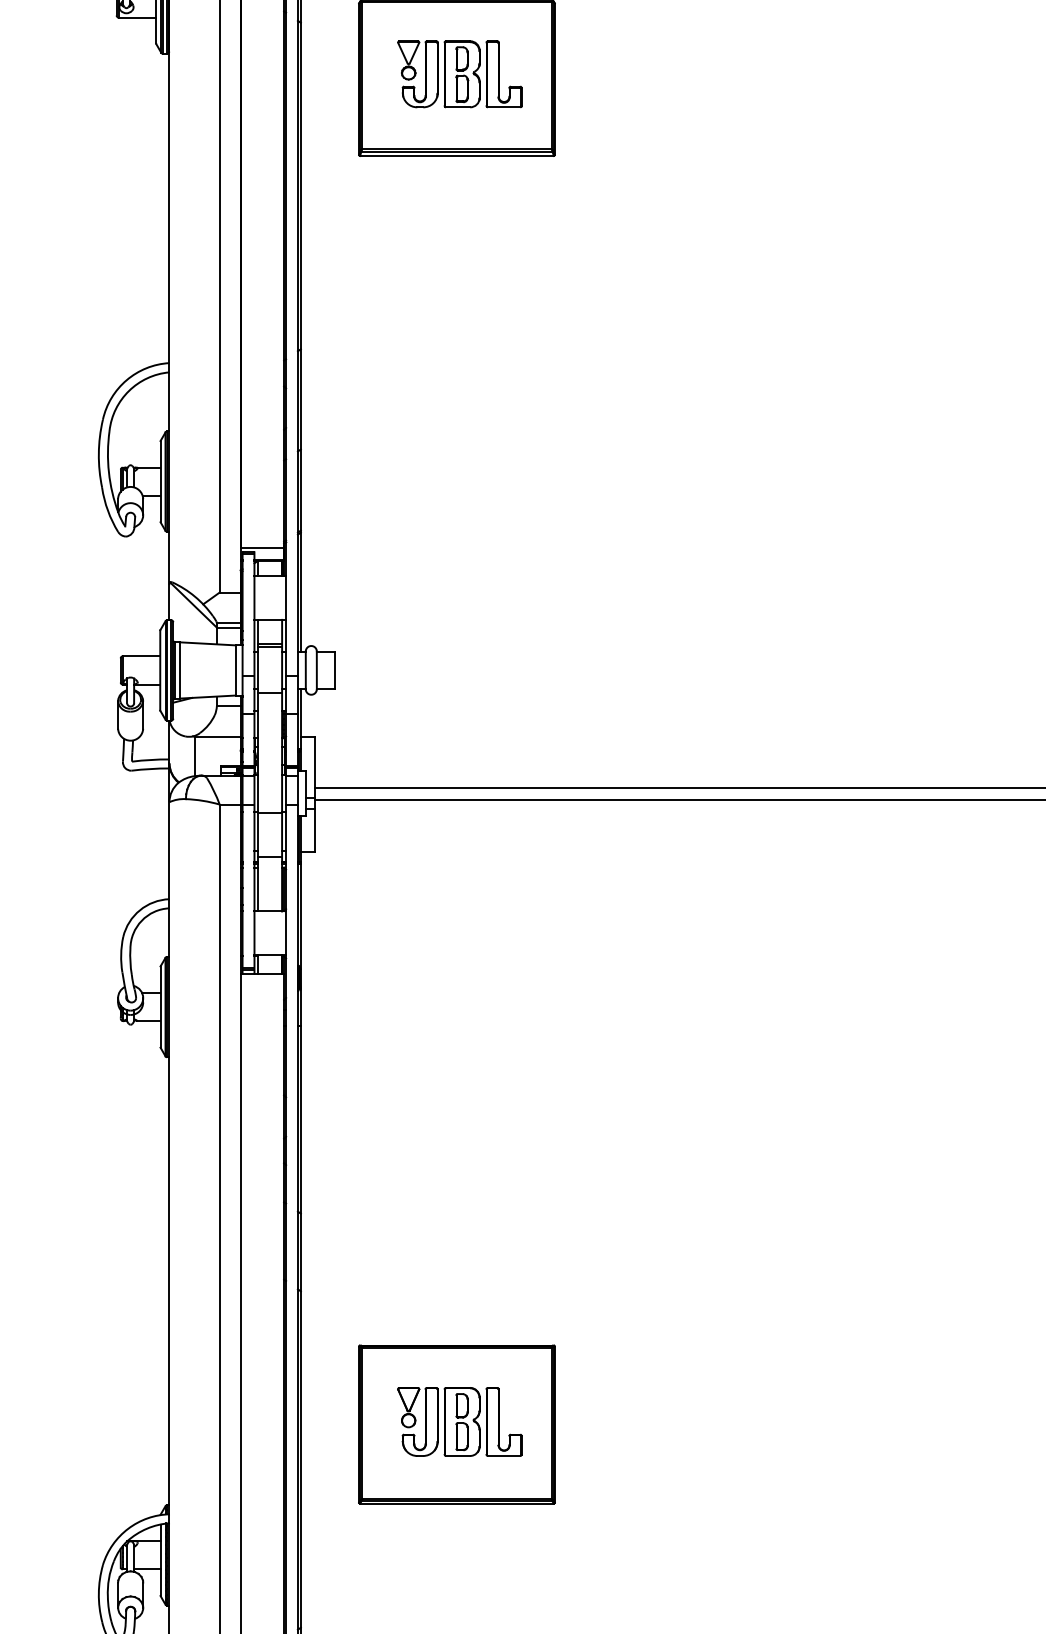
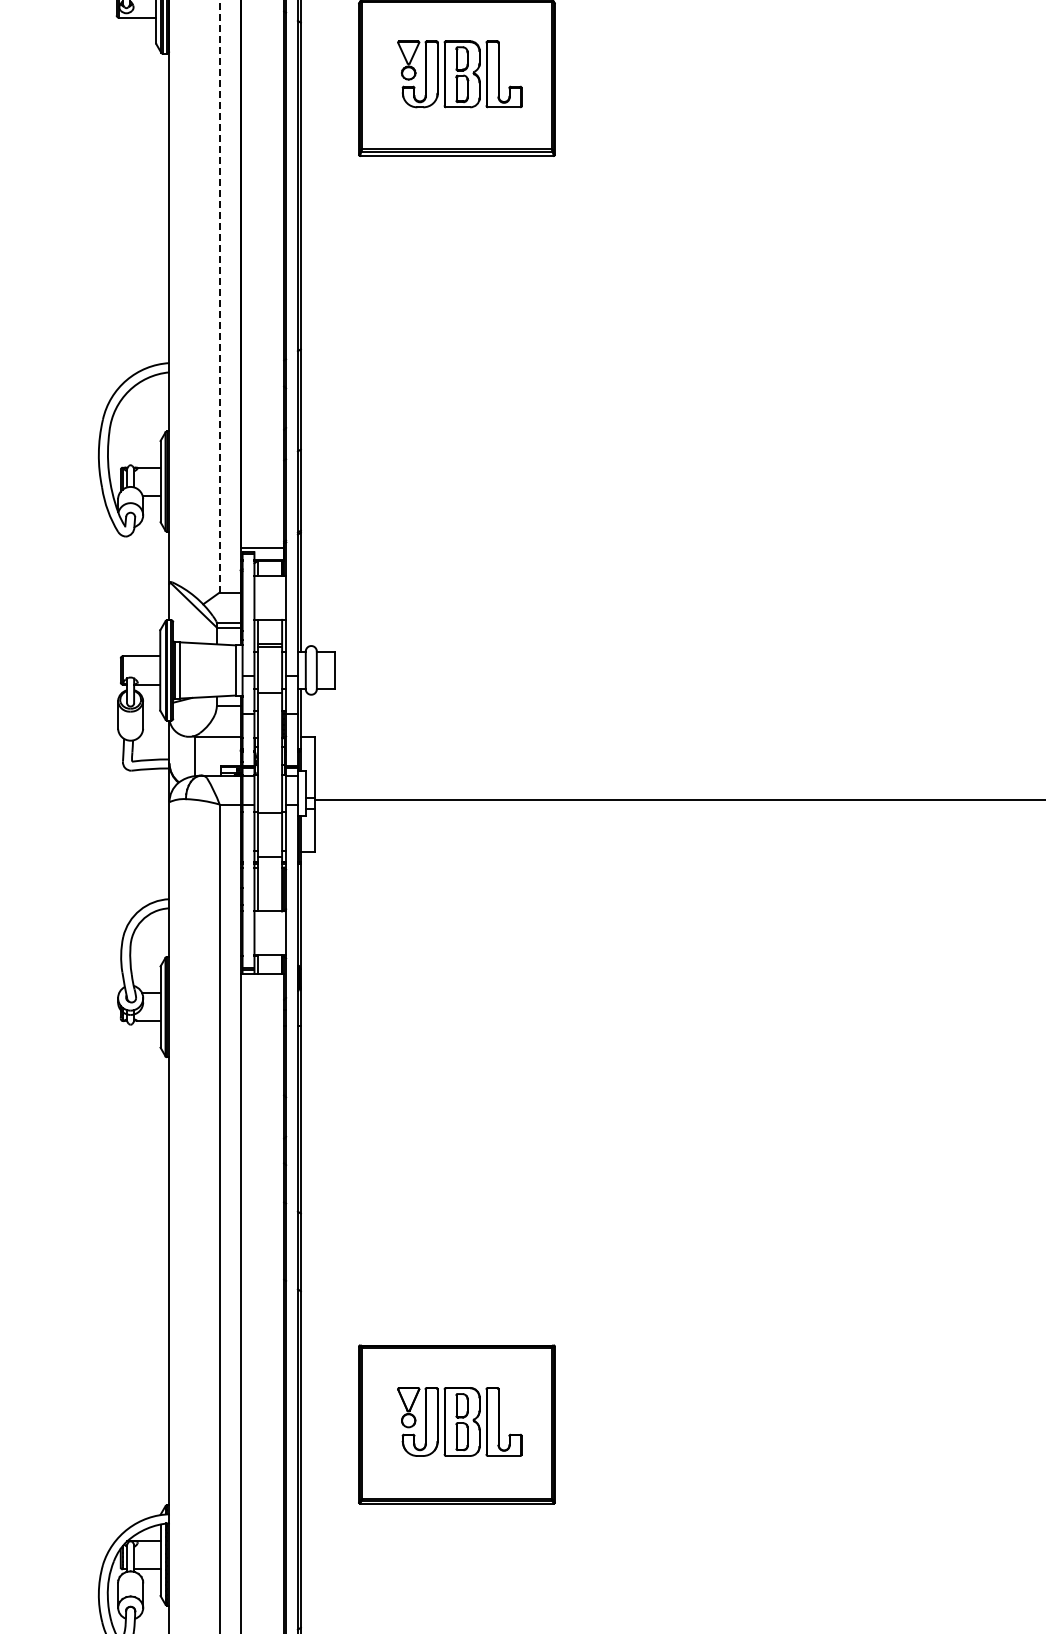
line at (219, 296): solid -> dashed
line at (678, 788): present -> none
